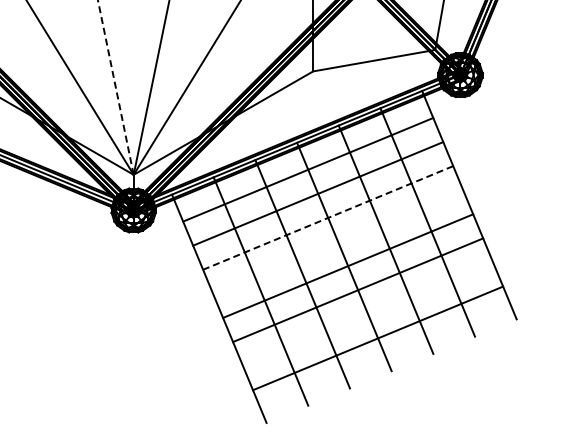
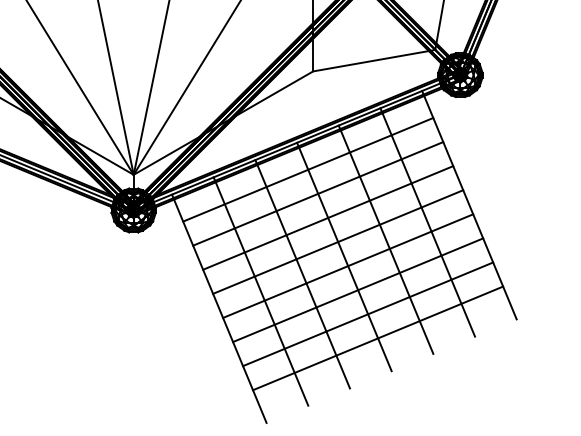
line at (115, 87): dashed -> solid
line at (327, 218): dashed -> solid
line at (338, 241): none -> present
line at (368, 314): none -> present
